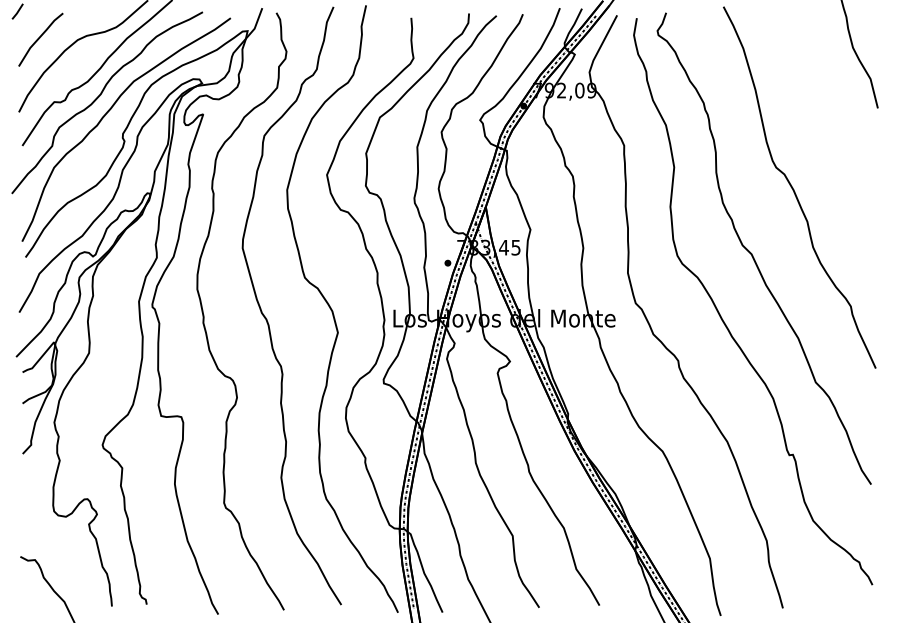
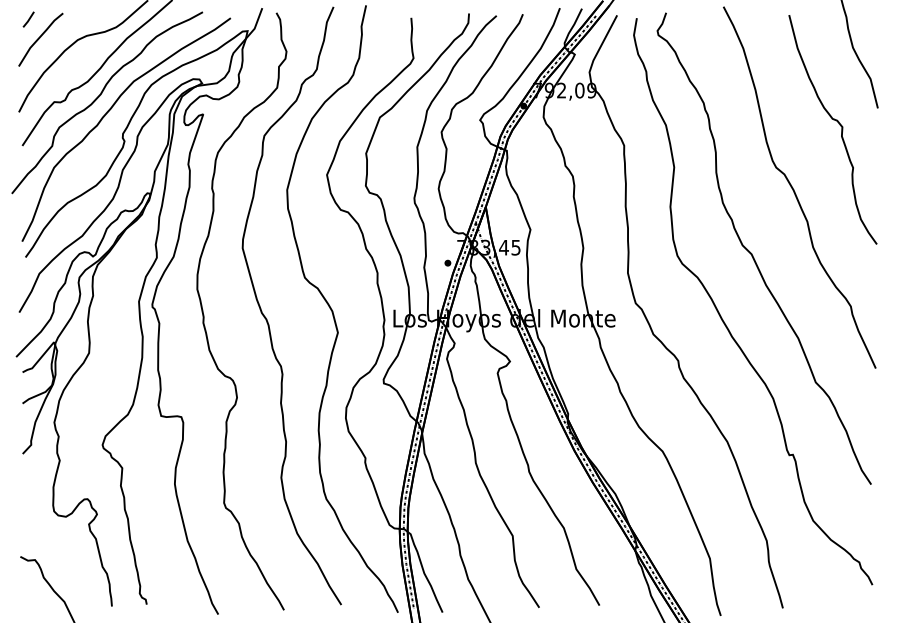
line at (17, 11) position: (17, 11) -> (28, 19)
curve at (839, 125): none -> present
